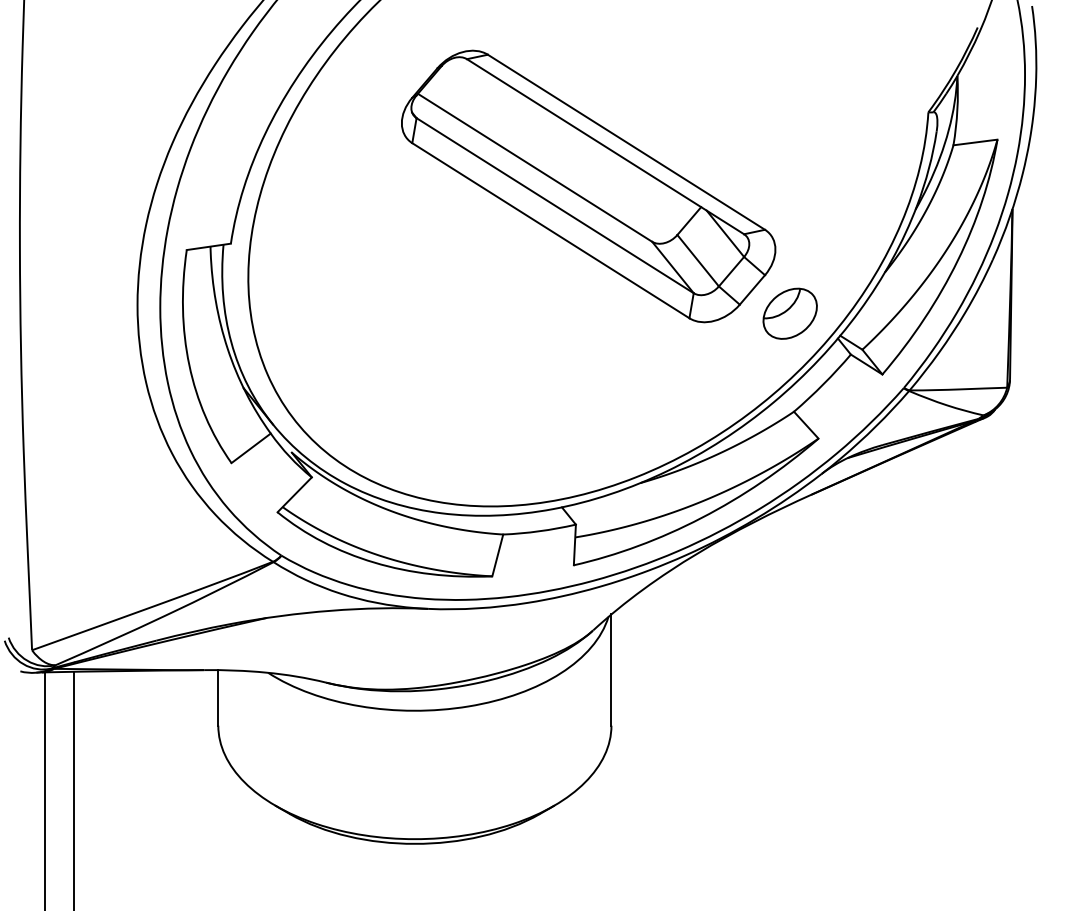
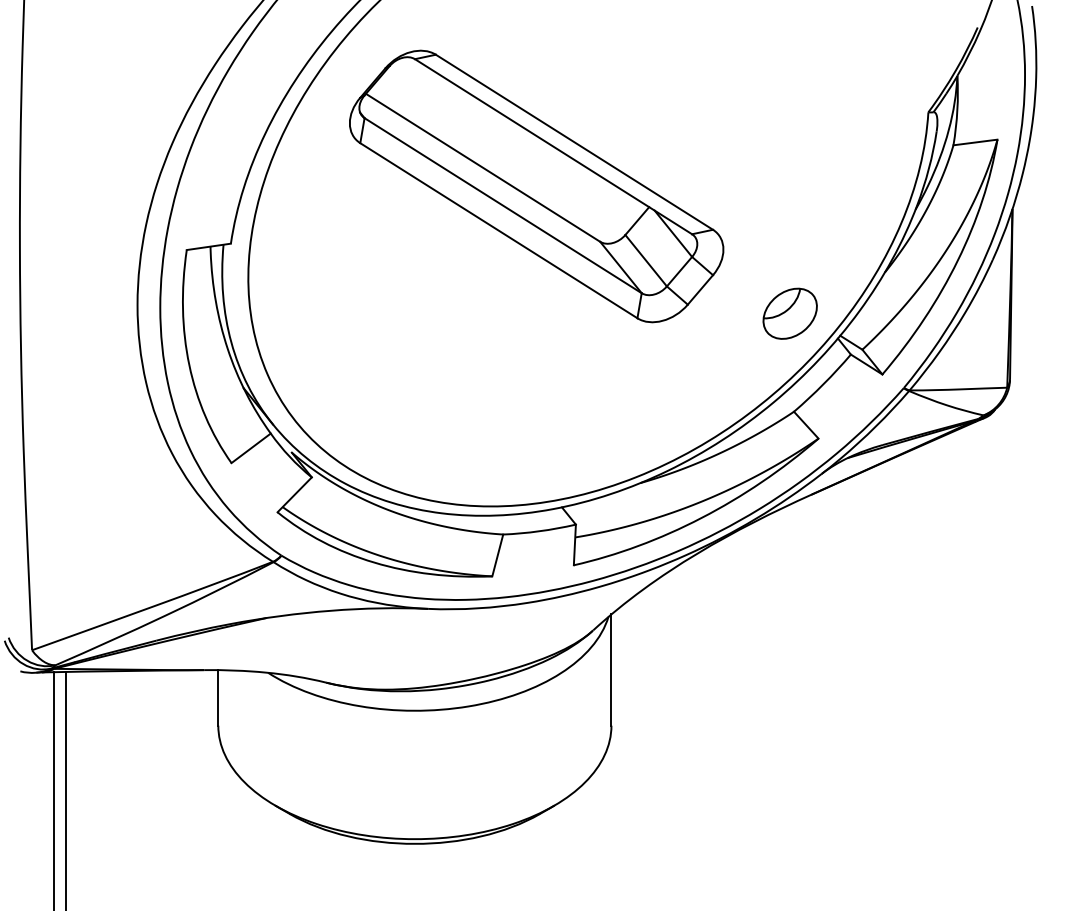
part at (588, 186) position: (588, 186) -> (536, 186)
line at (45, 789) position: (45, 789) -> (54, 789)
line at (73, 789) position: (73, 789) -> (65, 789)
